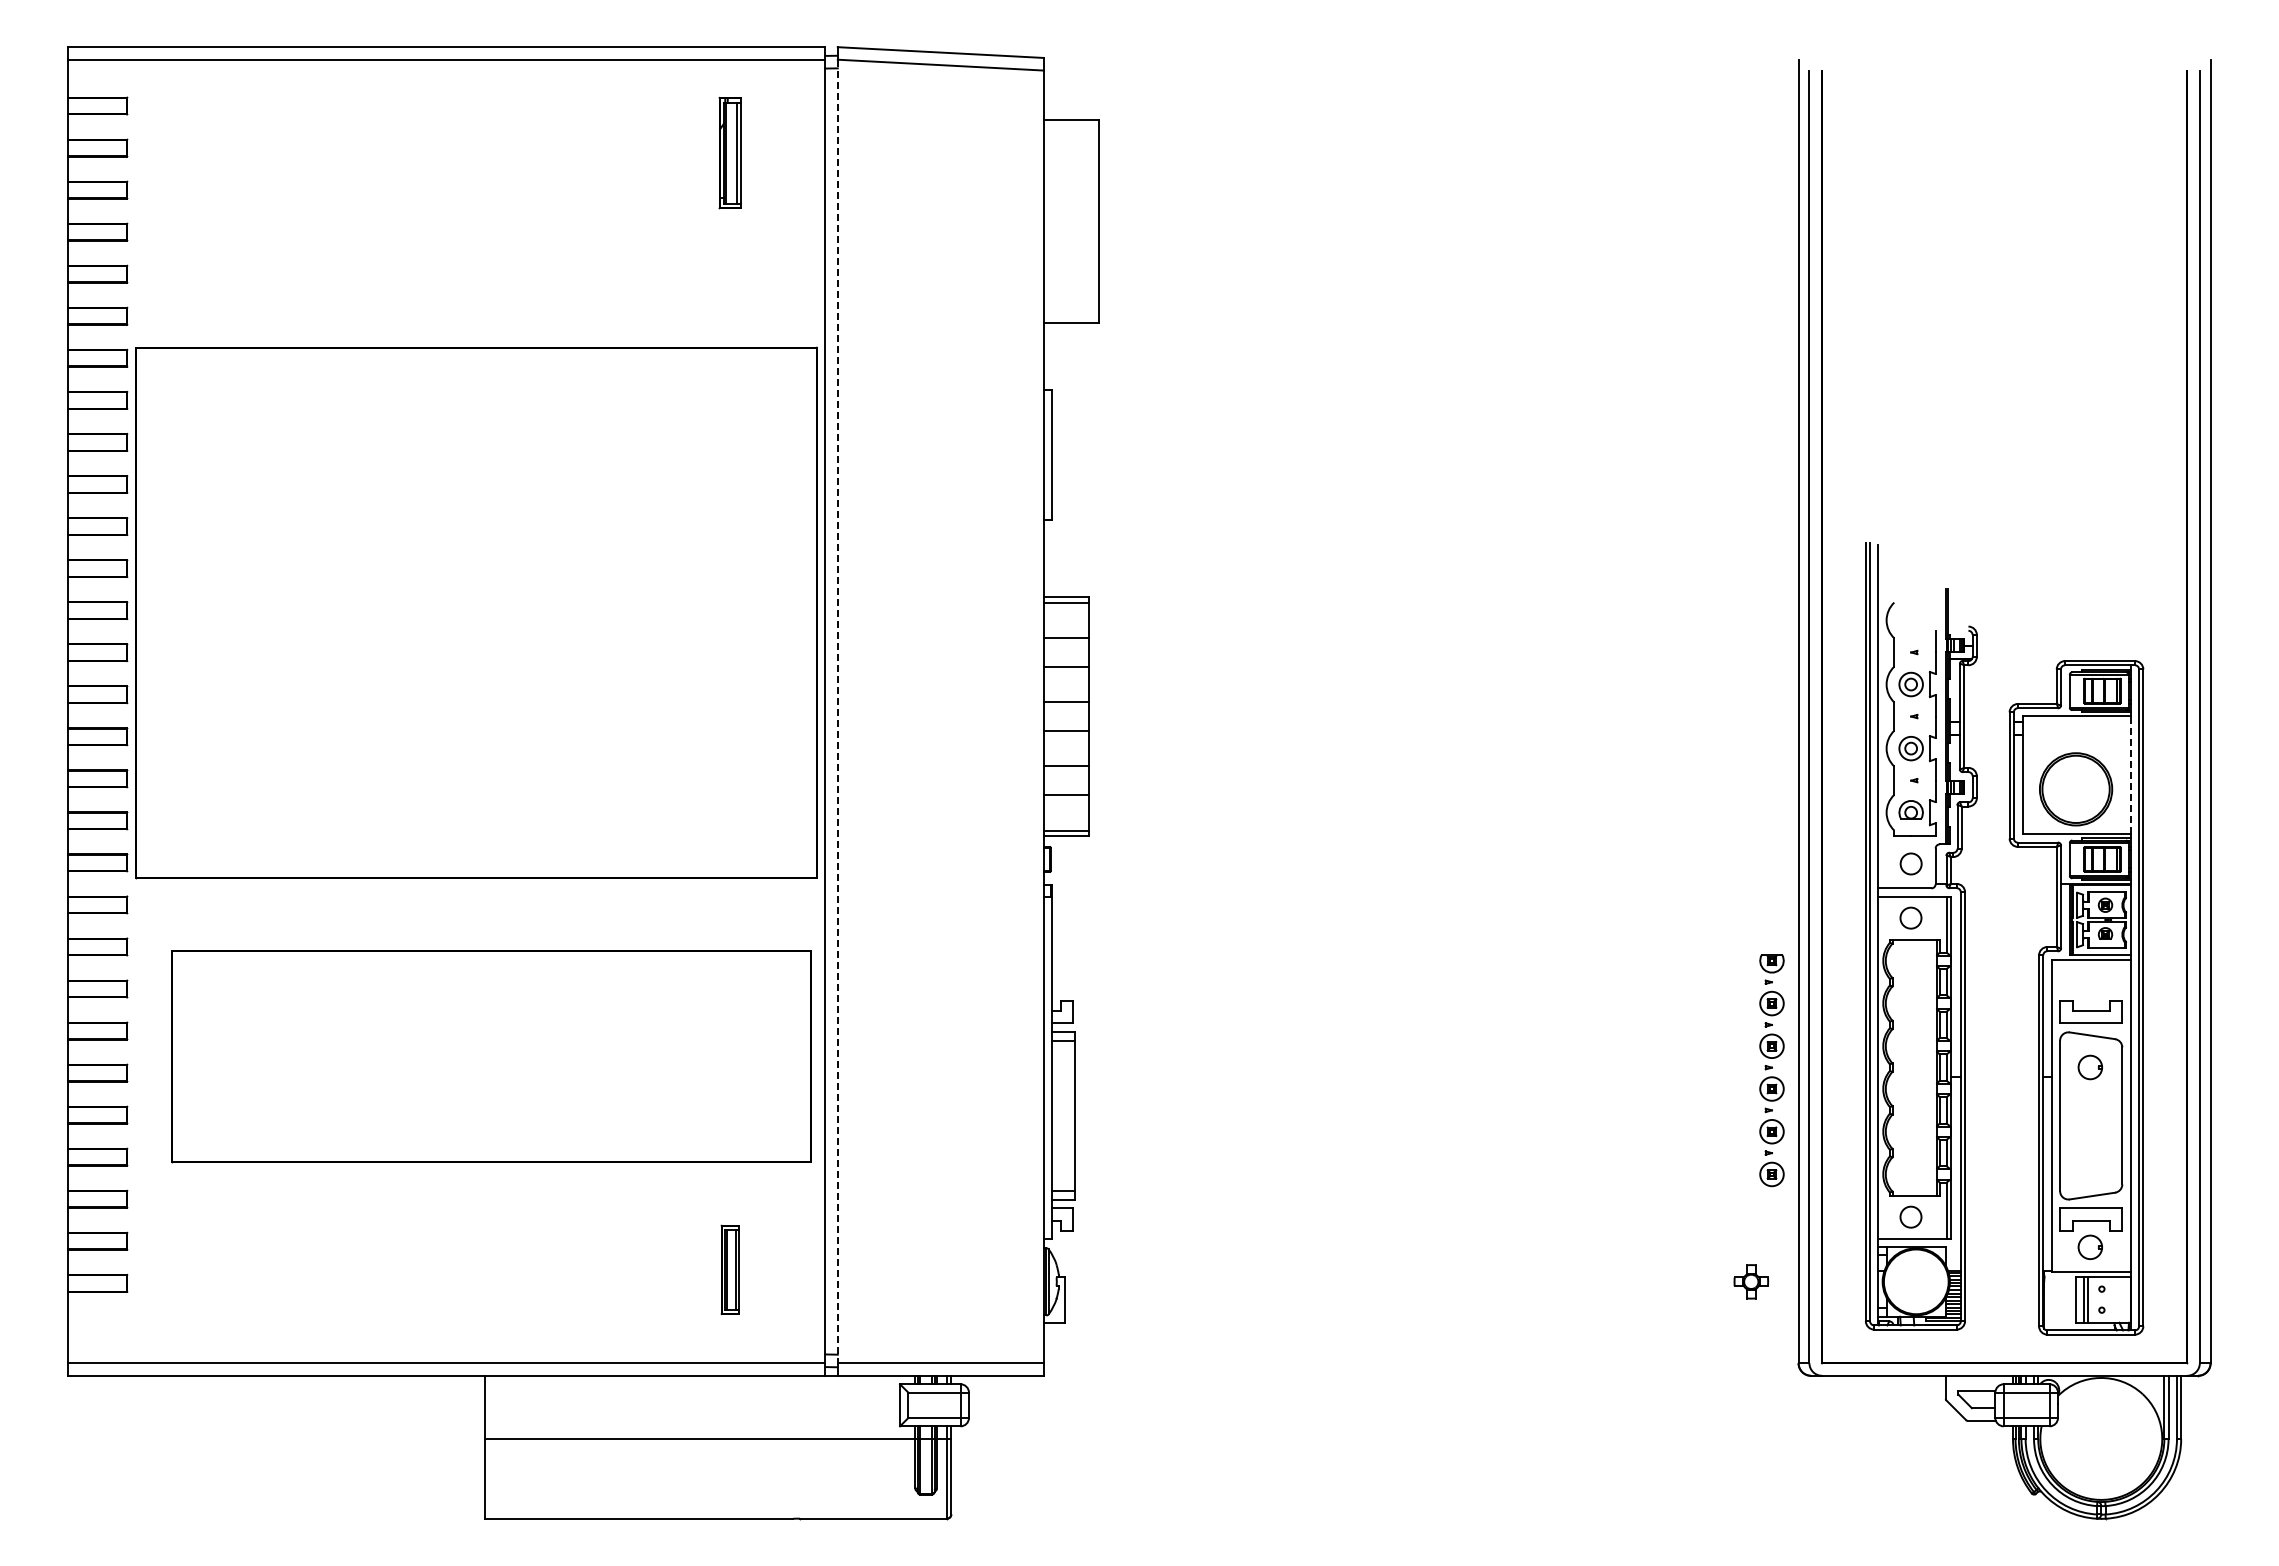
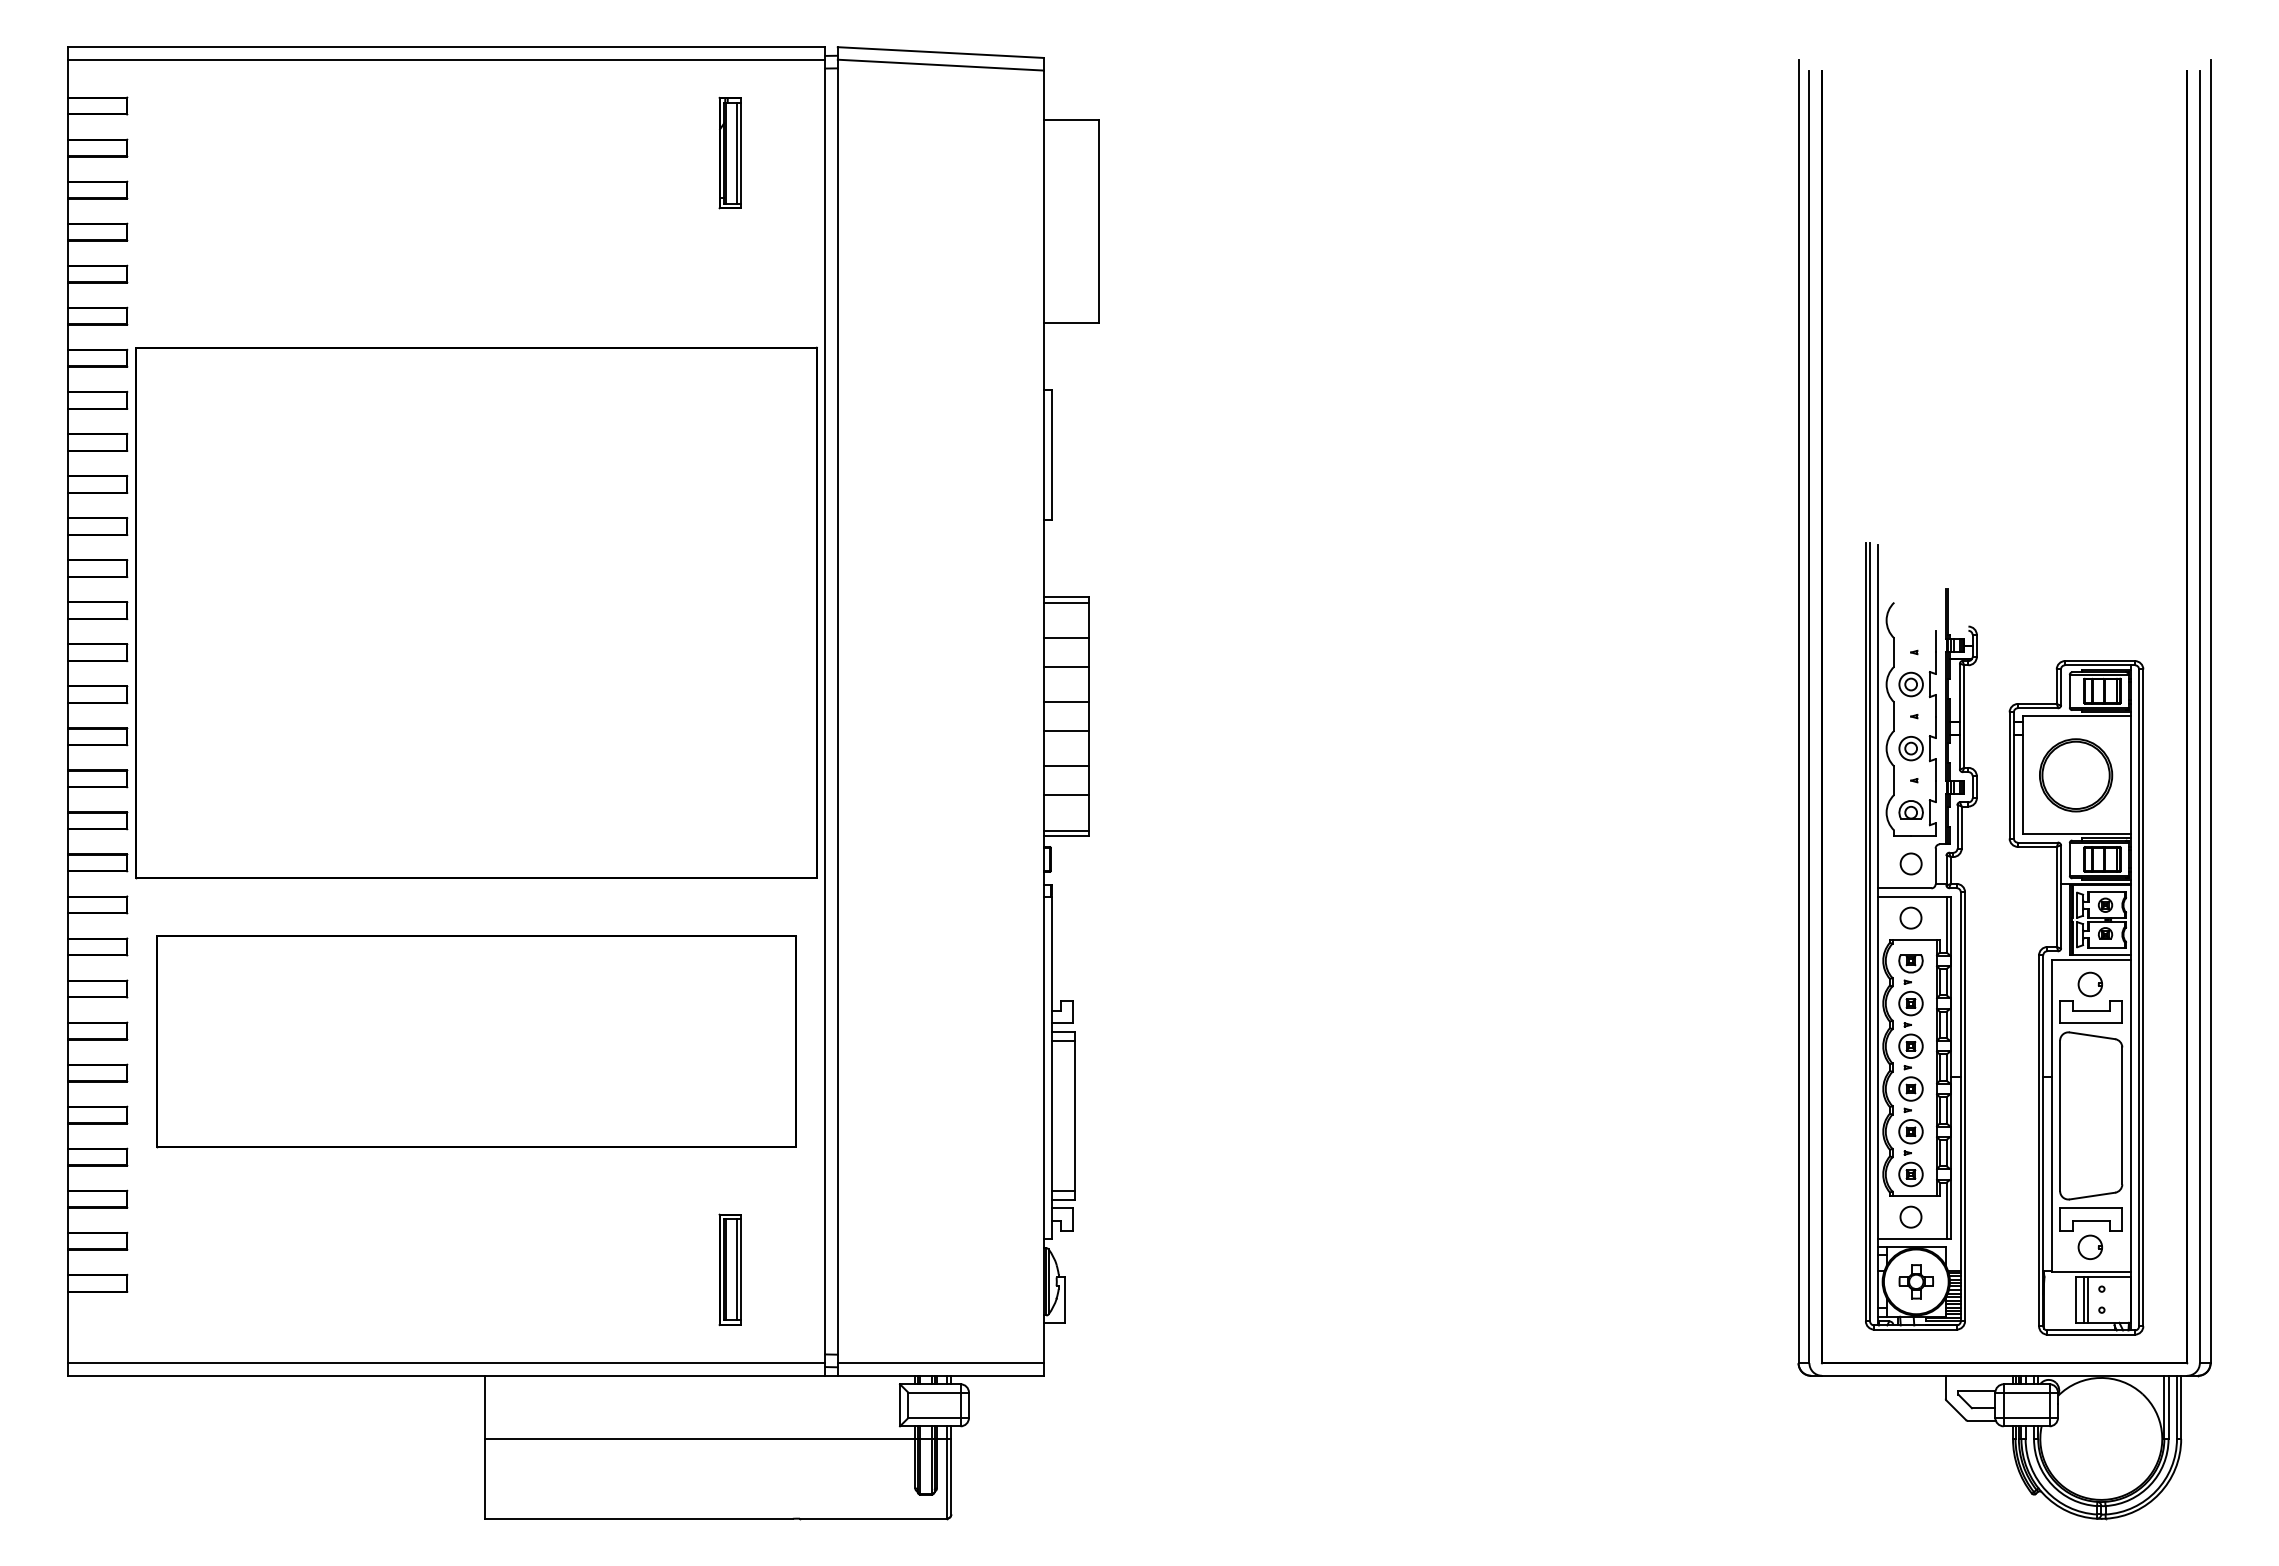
line at (837, 711): dashed -> solid
line at (2130, 775): dashed -> solid
part at (2076, 789) position: (2076, 789) -> (2076, 775)
part at (491, 1056) position: (491, 1056) -> (476, 1041)
part at (2089, 1067) position: (2089, 1067) -> (2089, 984)
part at (1771, 1070) position: (1771, 1070) -> (1910, 1070)
part at (729, 1269) size: 20x92 px -> 24x114 px
part at (1750, 1281) position: (1750, 1281) -> (1915, 1281)
